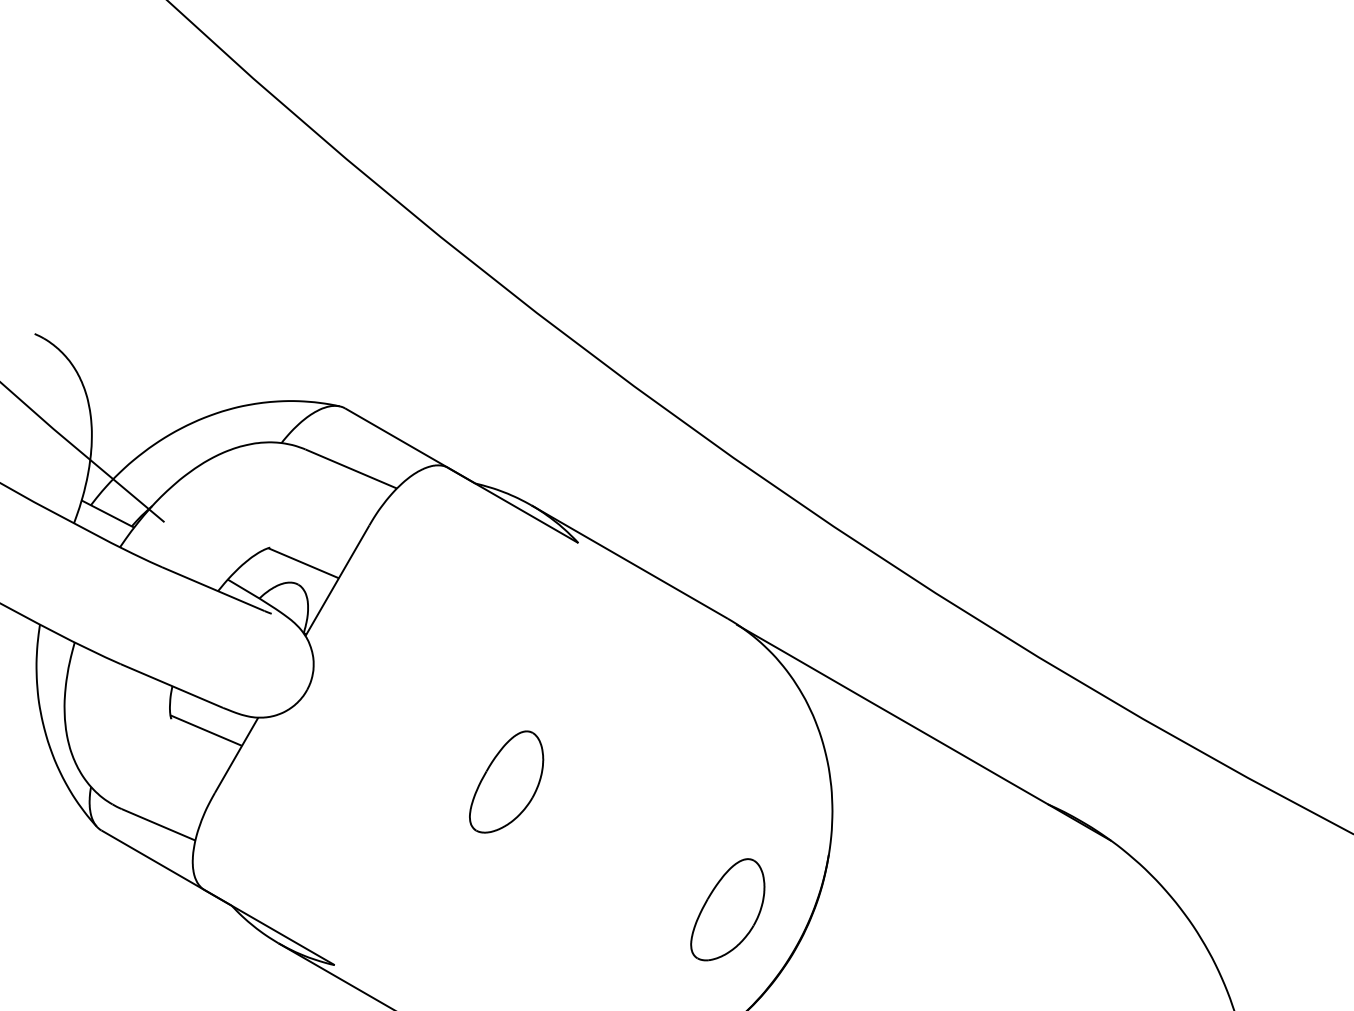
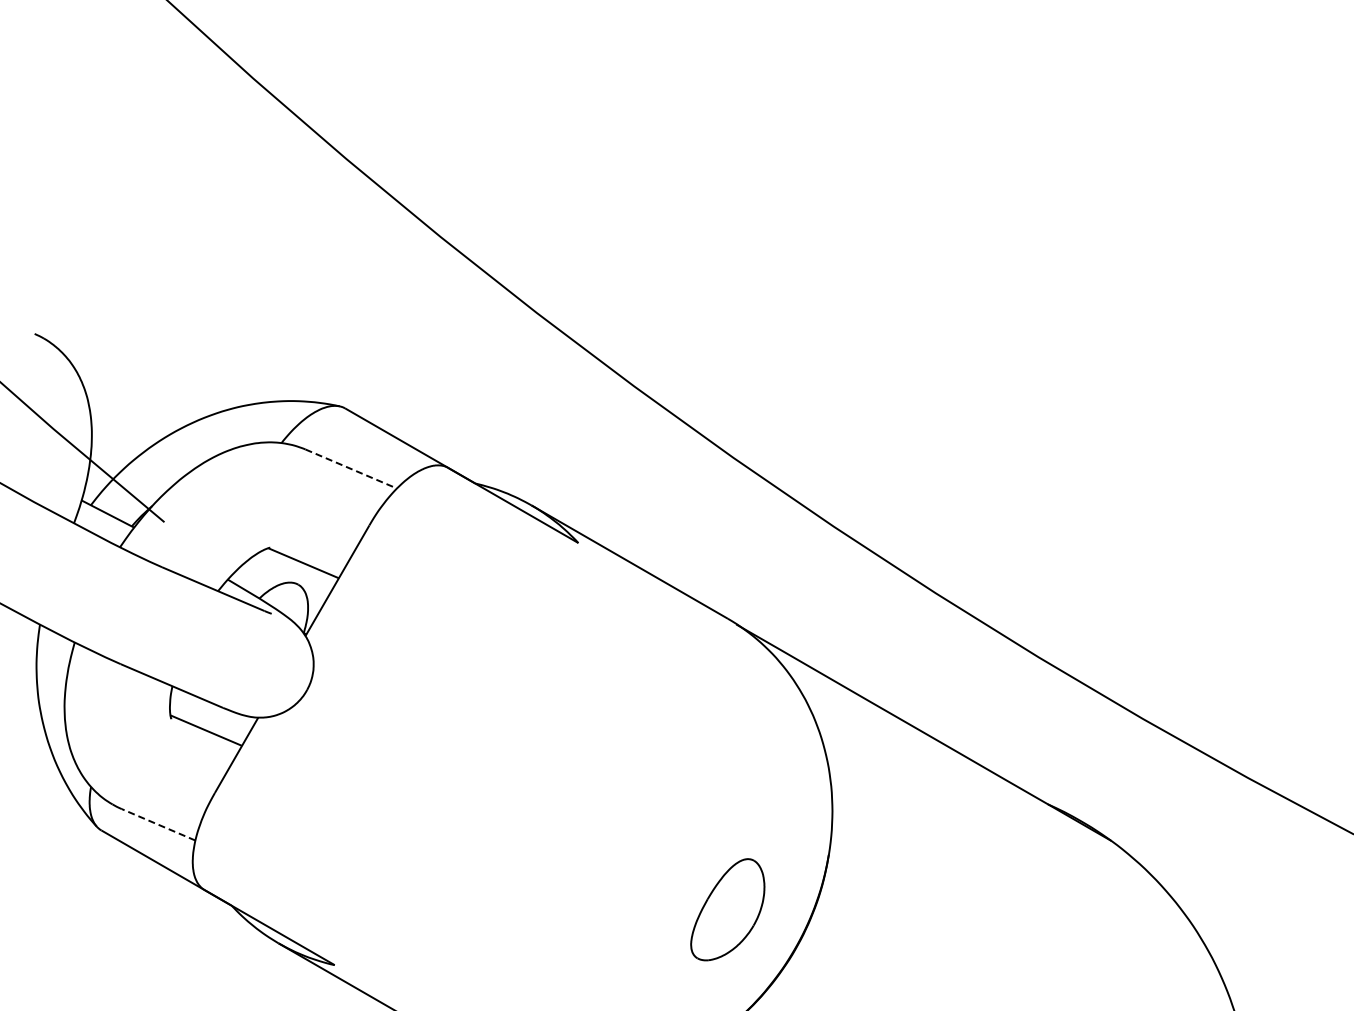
line at (351, 469): solid -> dashed
part at (506, 781): present -> none
line at (158, 824): solid -> dashed
